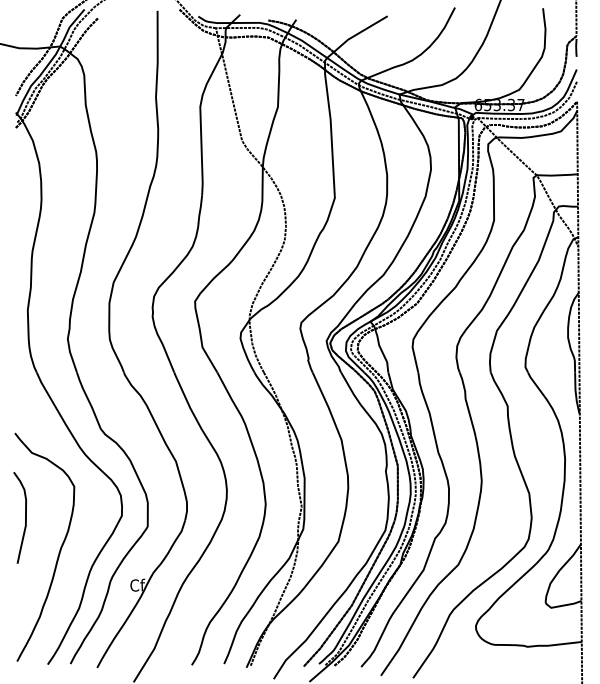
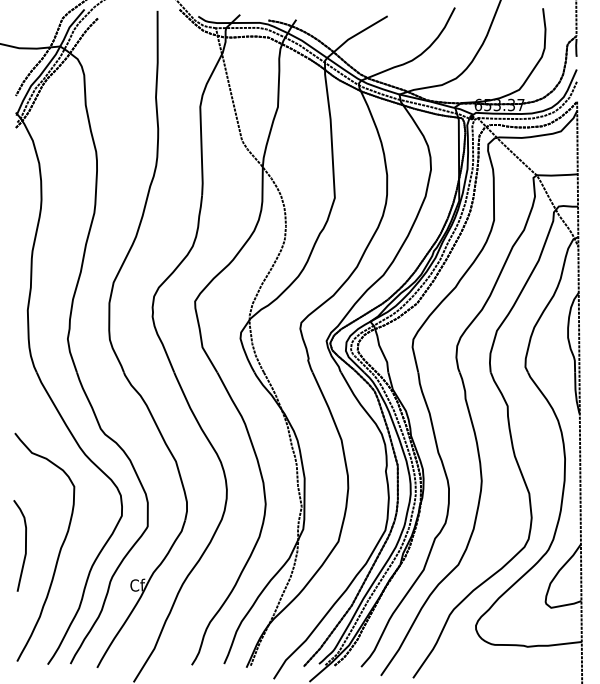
curve at (25, 517) position: (25, 517) -> (25, 545)
